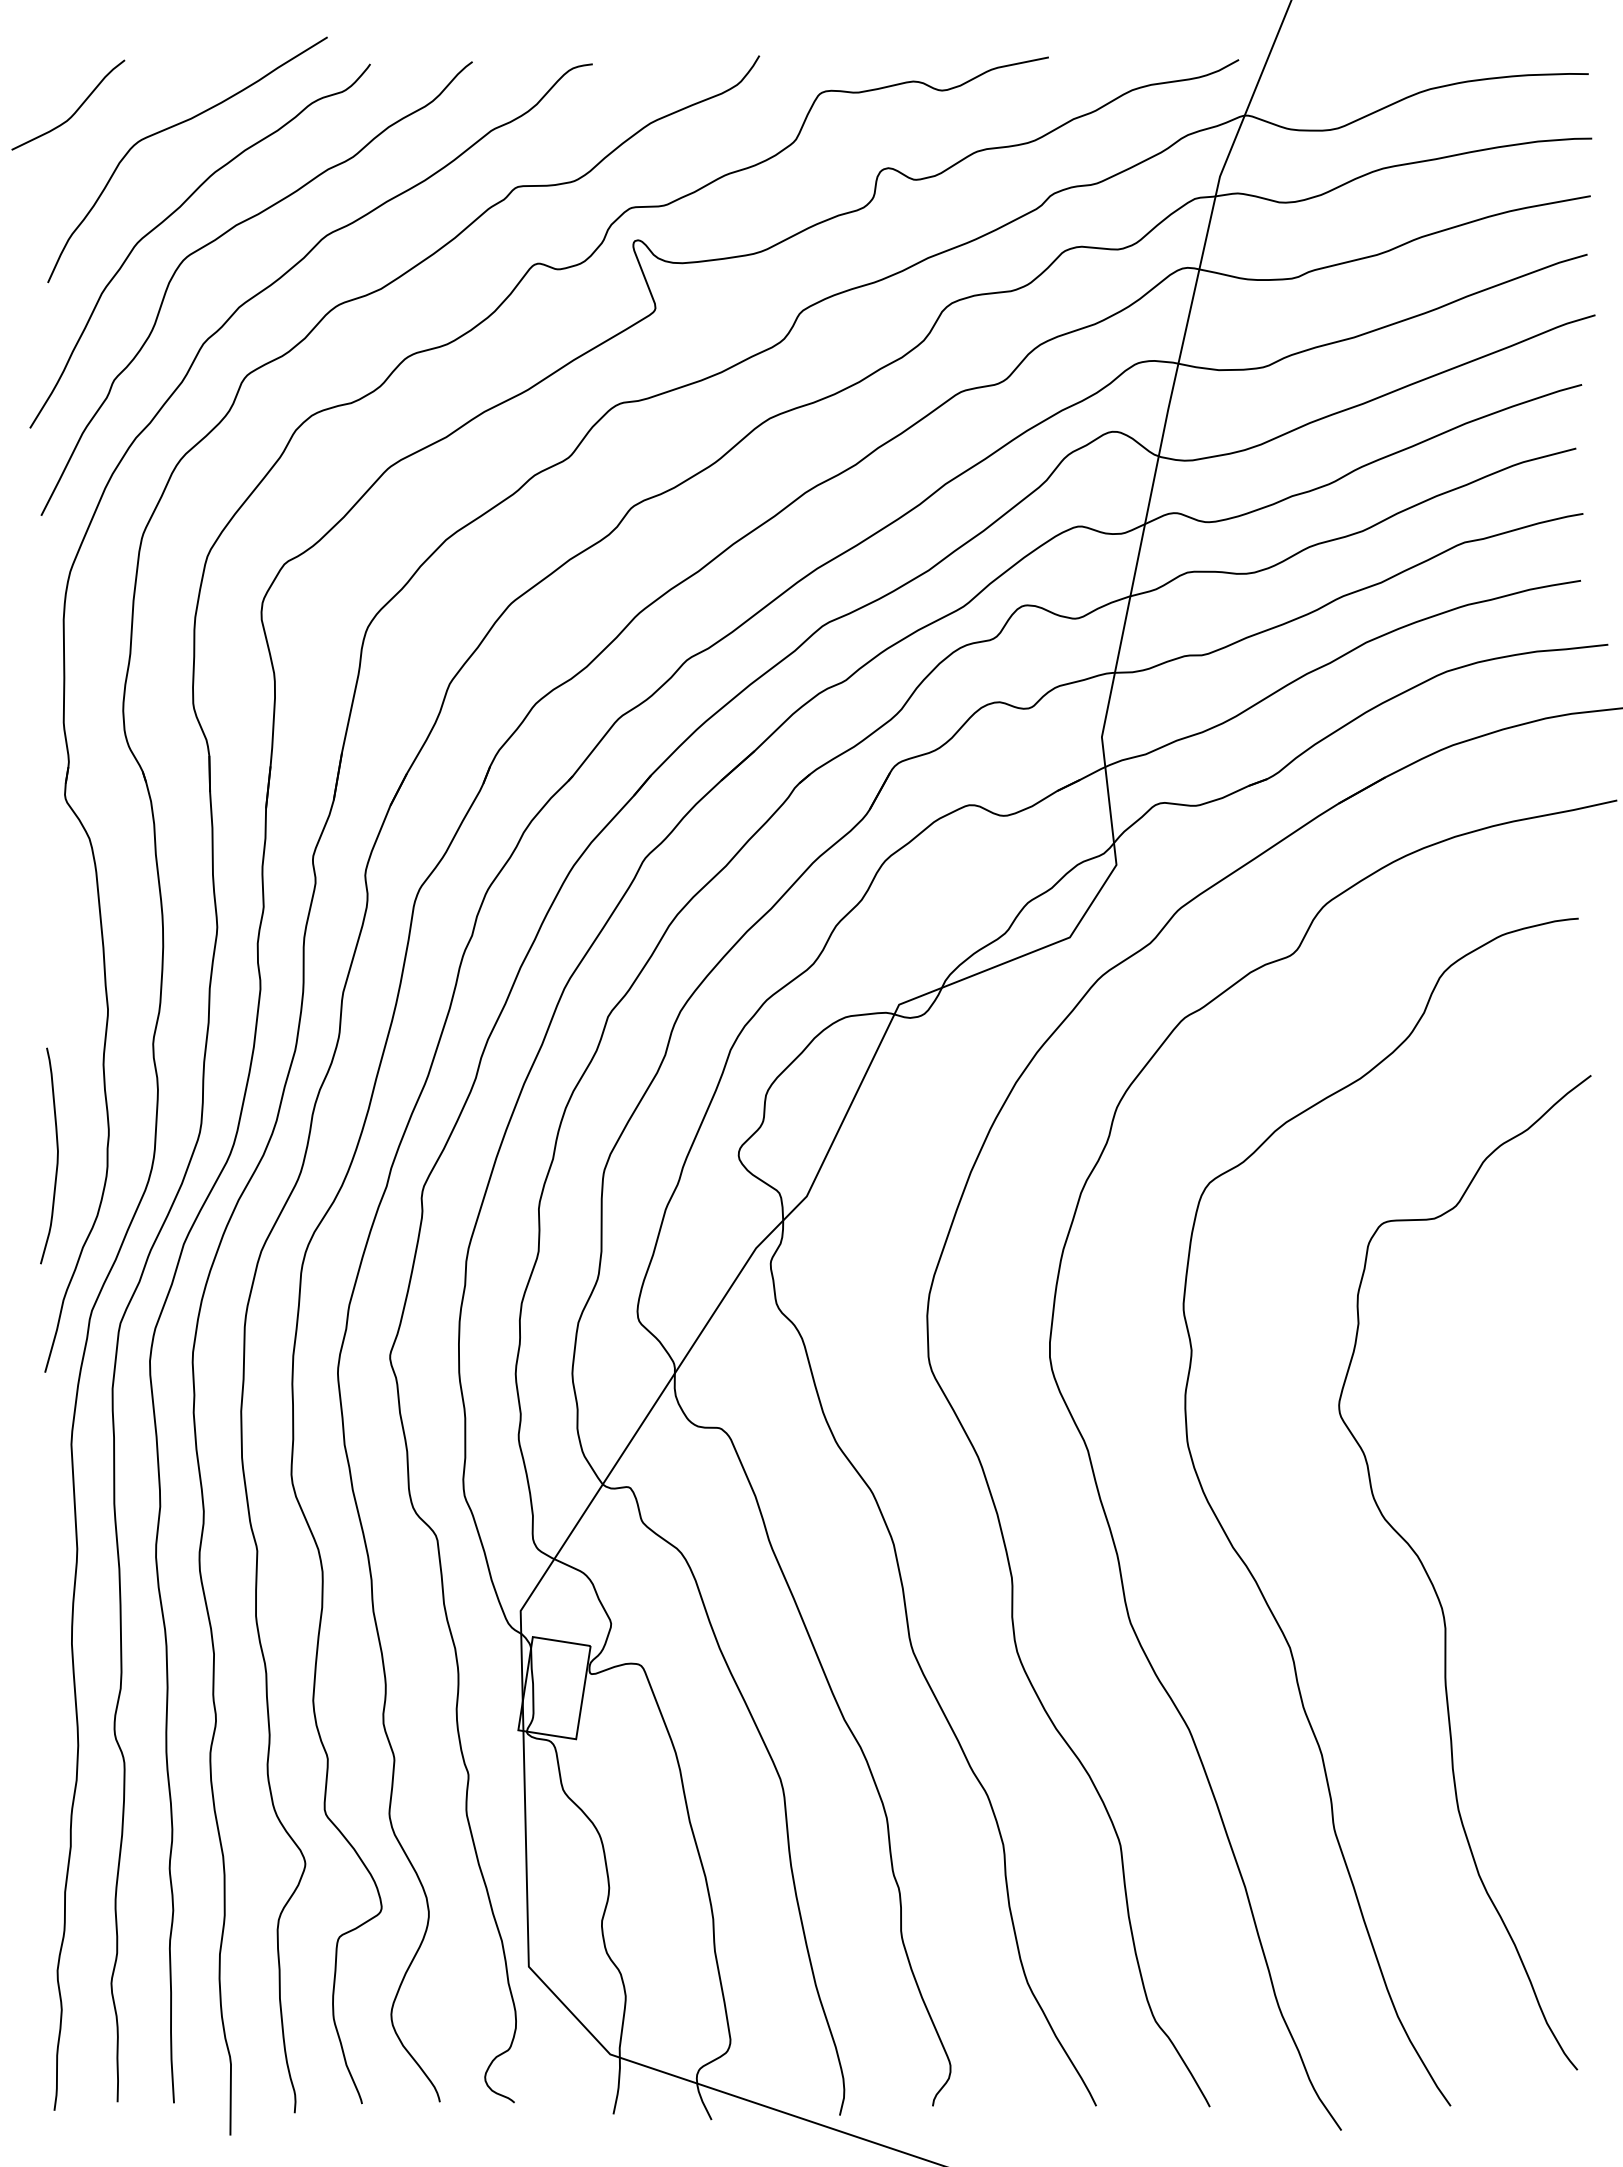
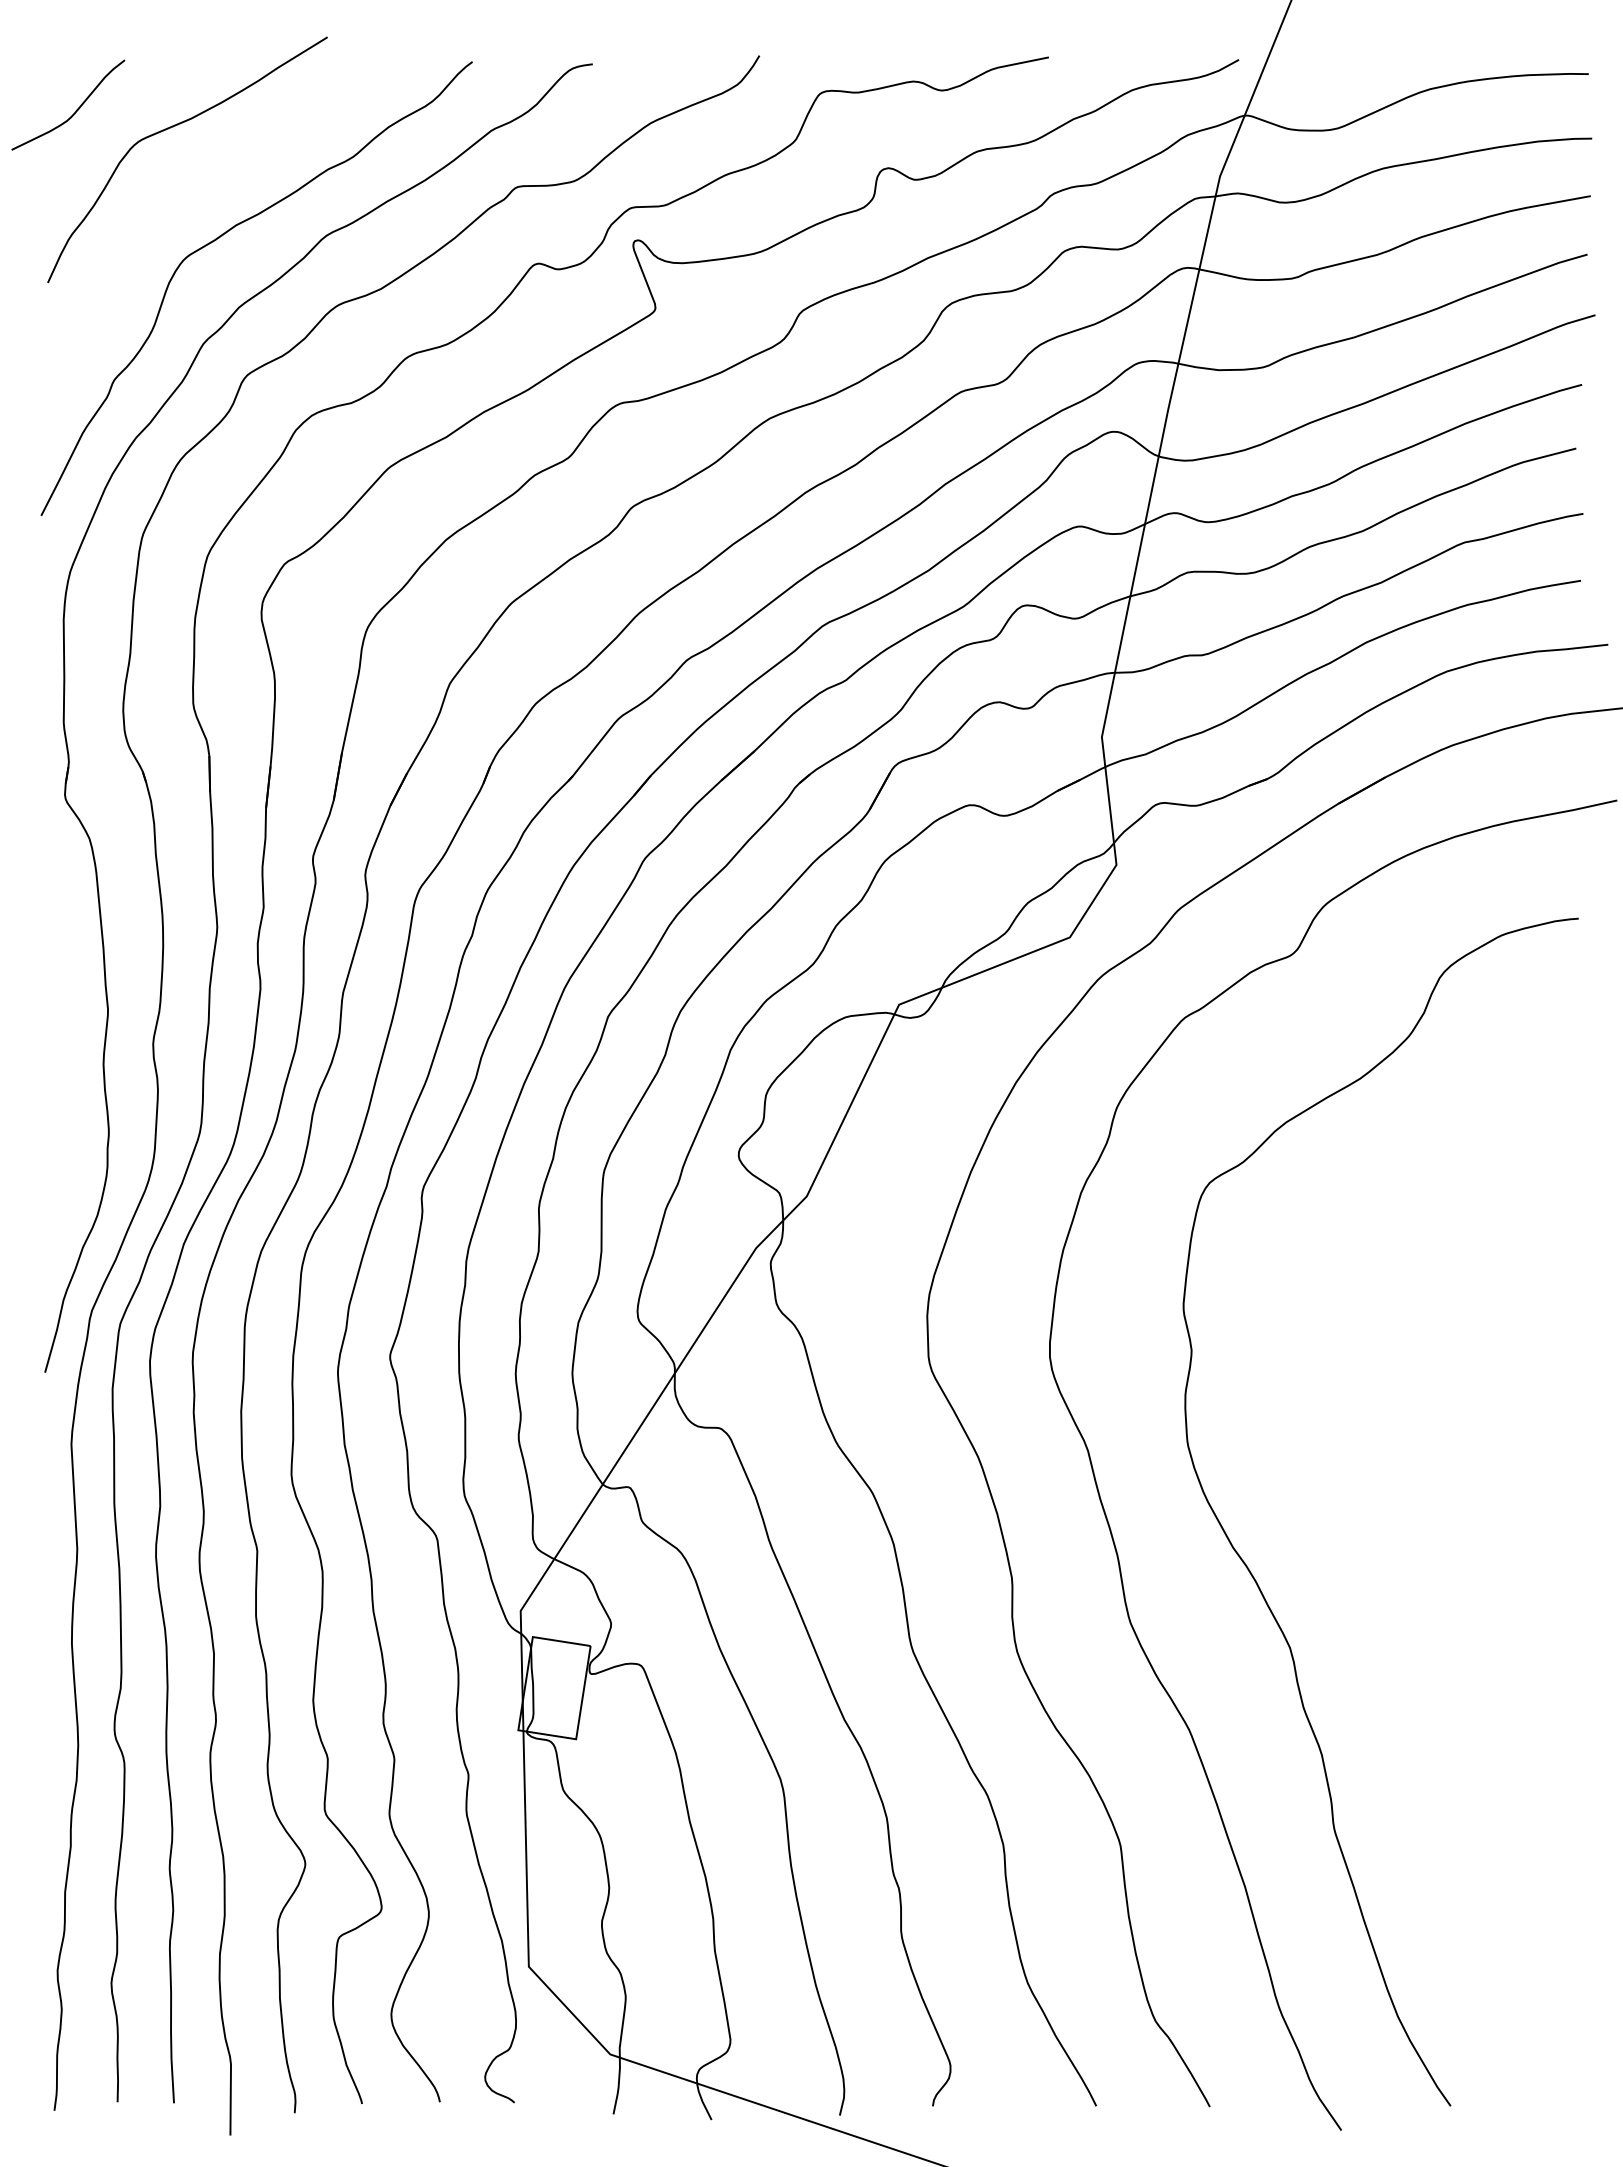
curve at (175, 212): present -> none
curve at (56, 1156): present -> none
curve at (1434, 1586): present -> none
